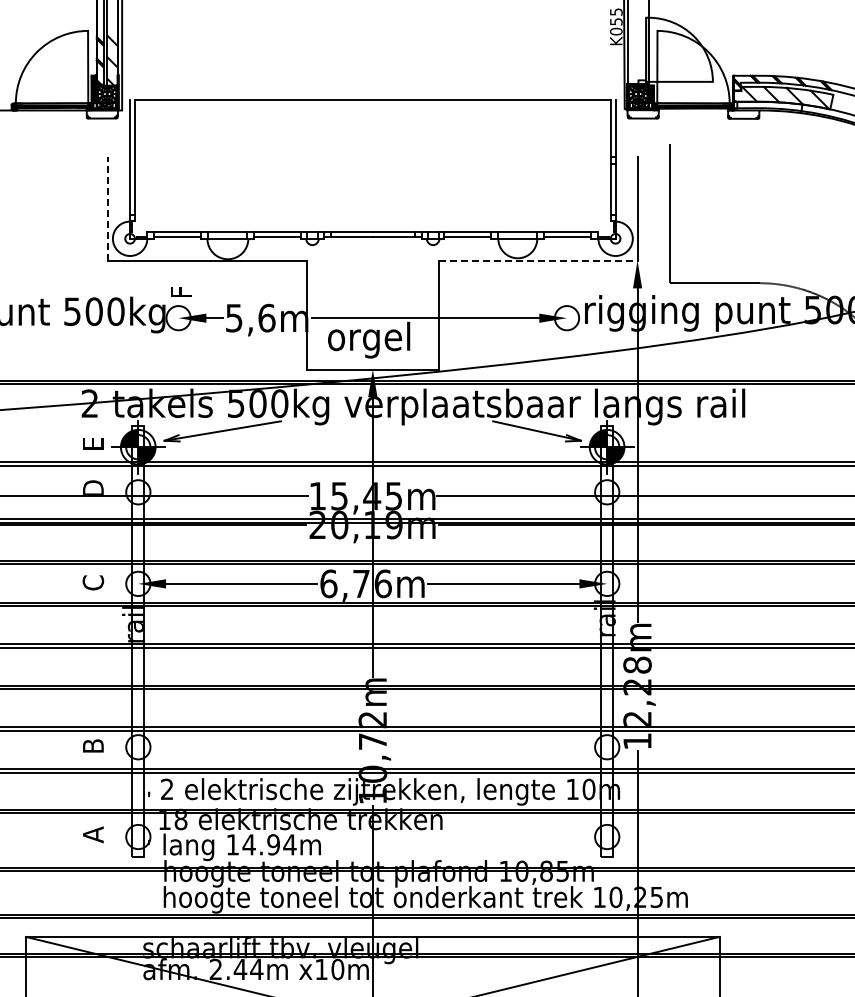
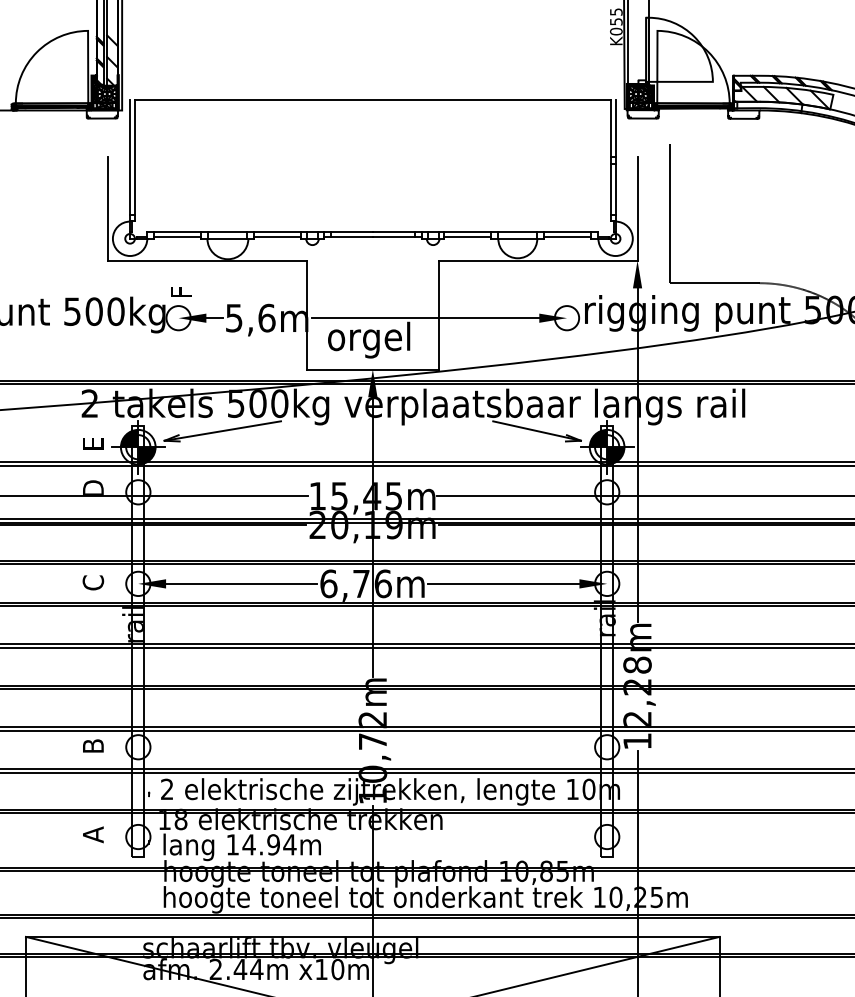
line at (108, 208): dashed -> solid
line at (538, 260): dashed -> solid
